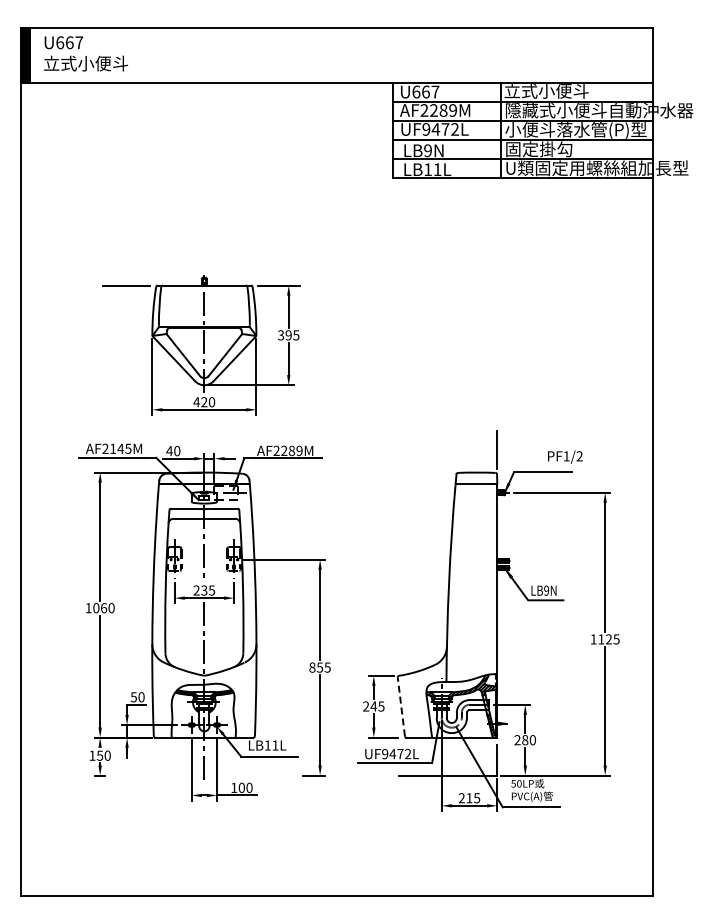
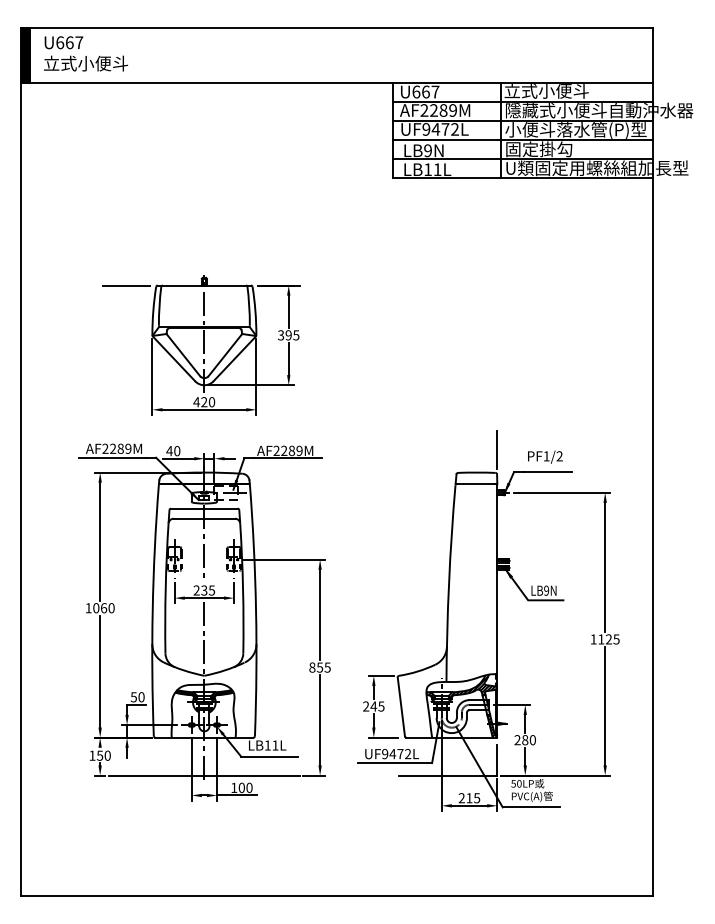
text at (120, 448): AF2145M -> AF2289M
text at (565, 456) position: (565, 456) -> (545, 456)
line at (401, 706): dashed -> solid
line at (204, 775): none -> present
